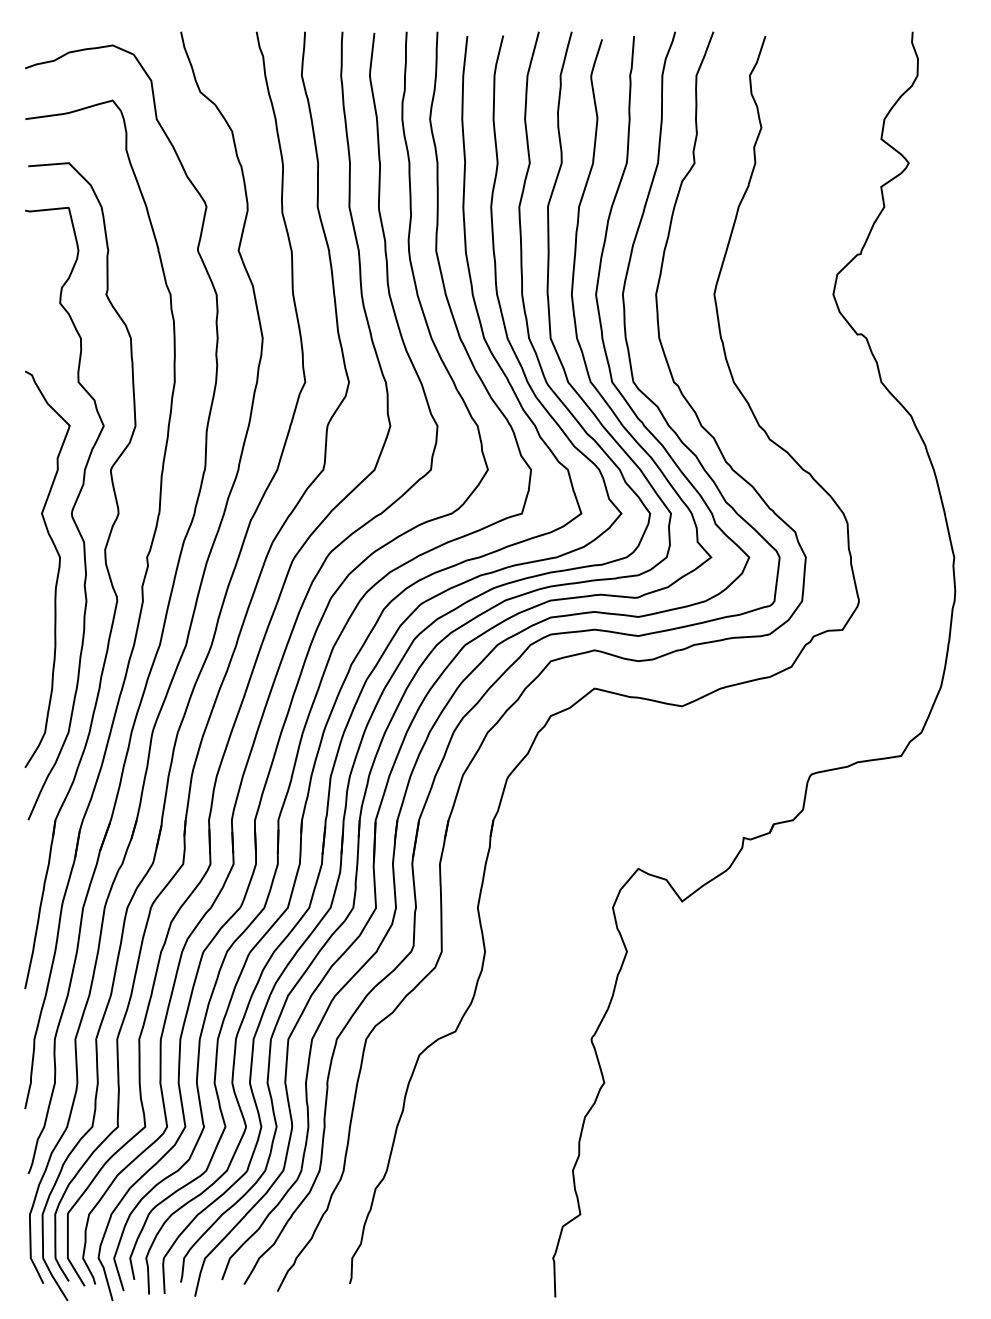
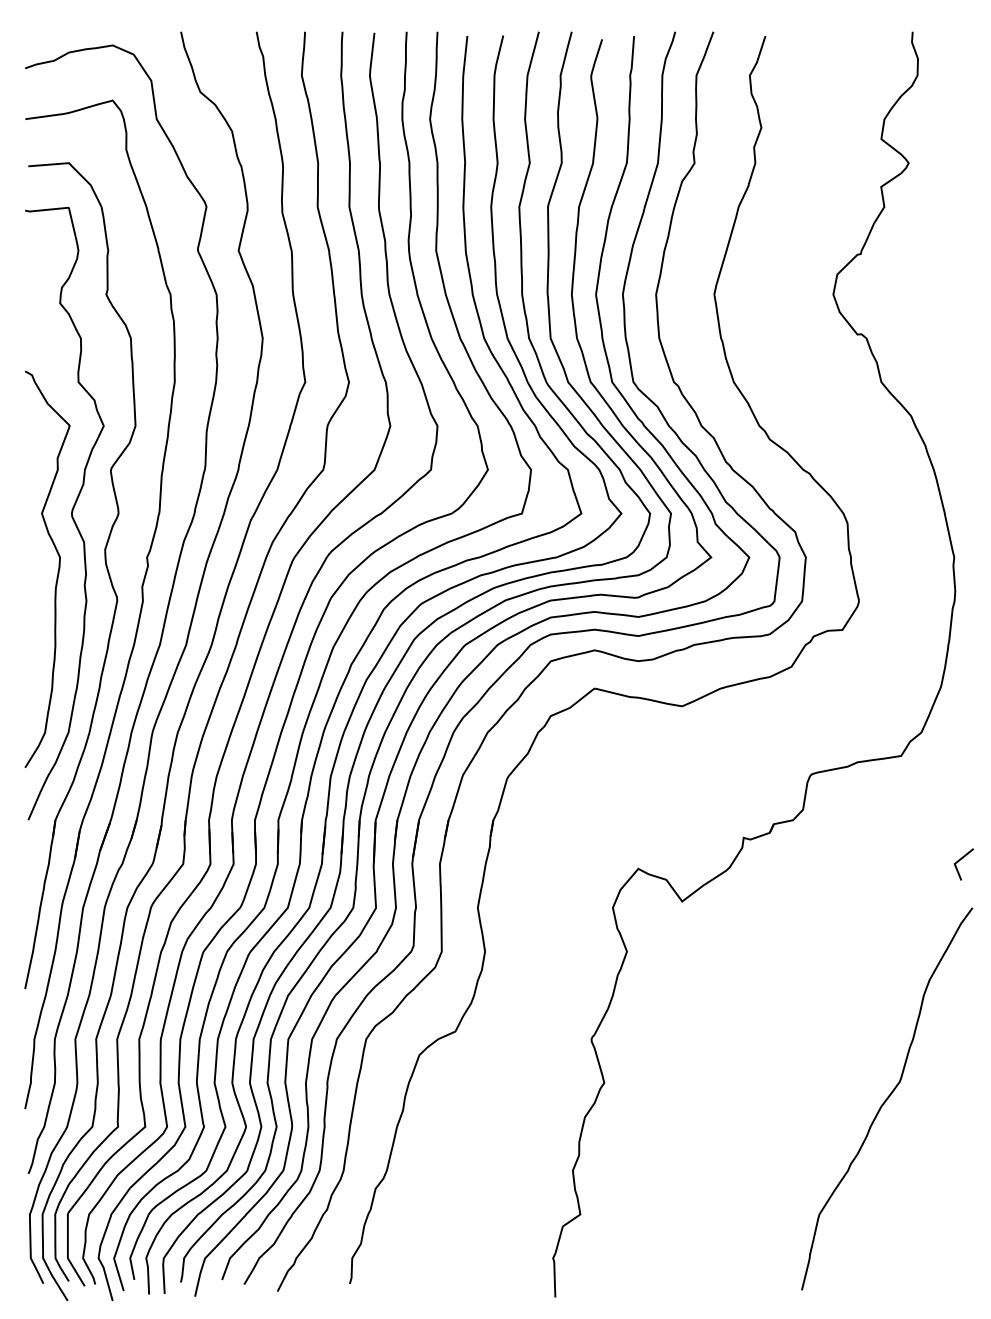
line at (960, 860): none -> present
curve at (887, 1098): none -> present
